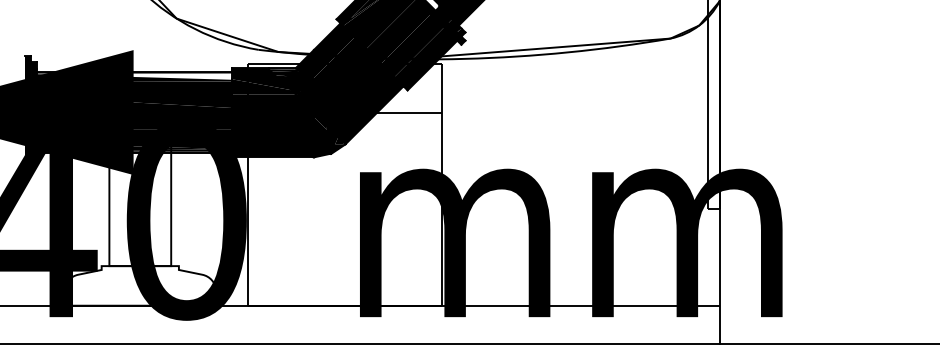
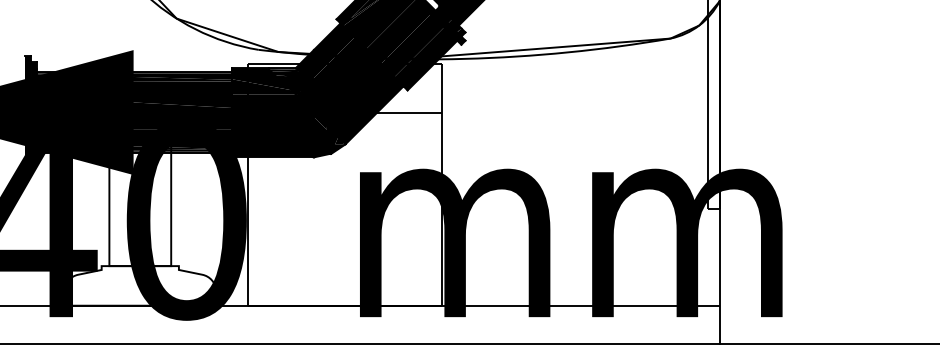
fill at (134, 76): none -> present
